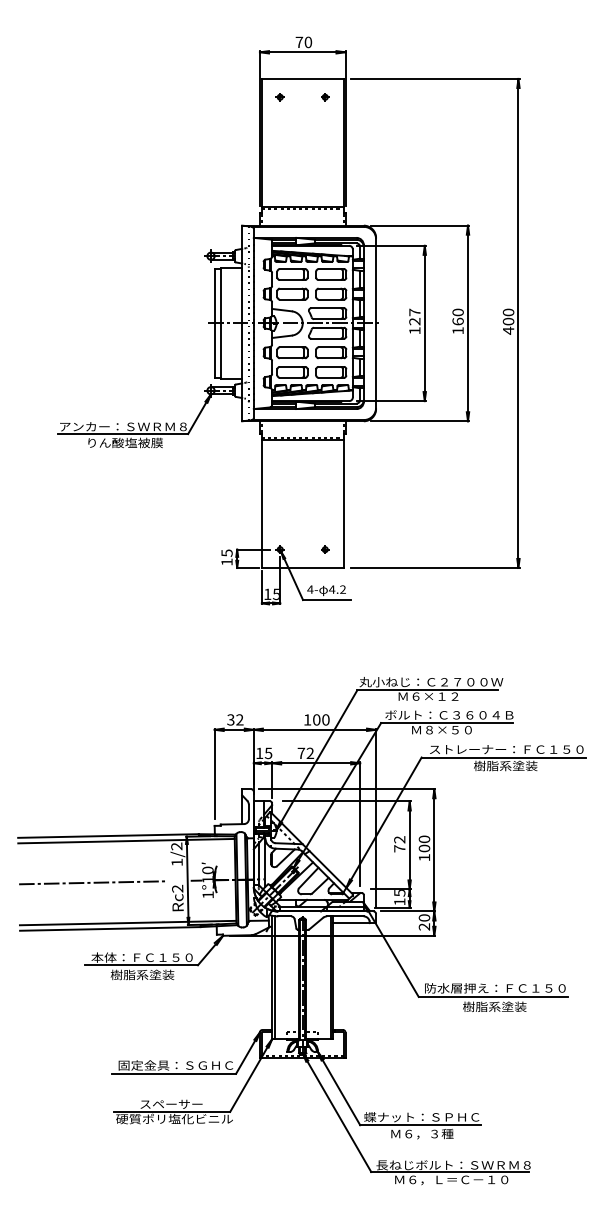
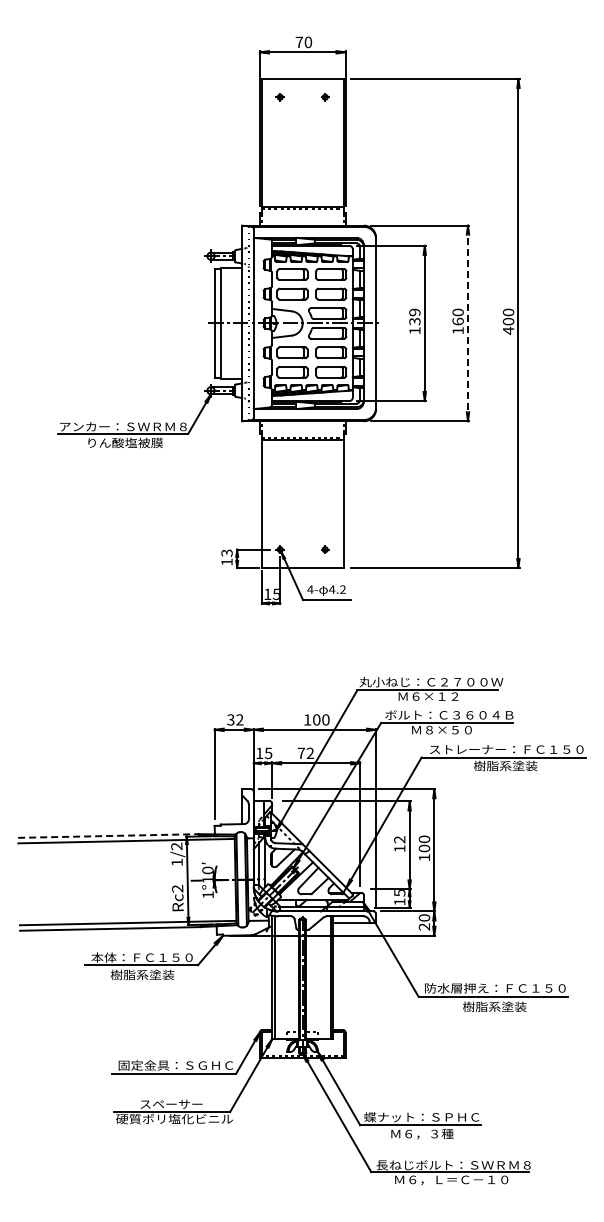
text at (414, 316): 127 -> 139
line at (468, 323): solid -> dashed
text at (226, 552): 15 -> 13
line at (109, 836): solid -> dashed
text at (399, 848): 72 -> 12
line at (90, 882): present -> none
